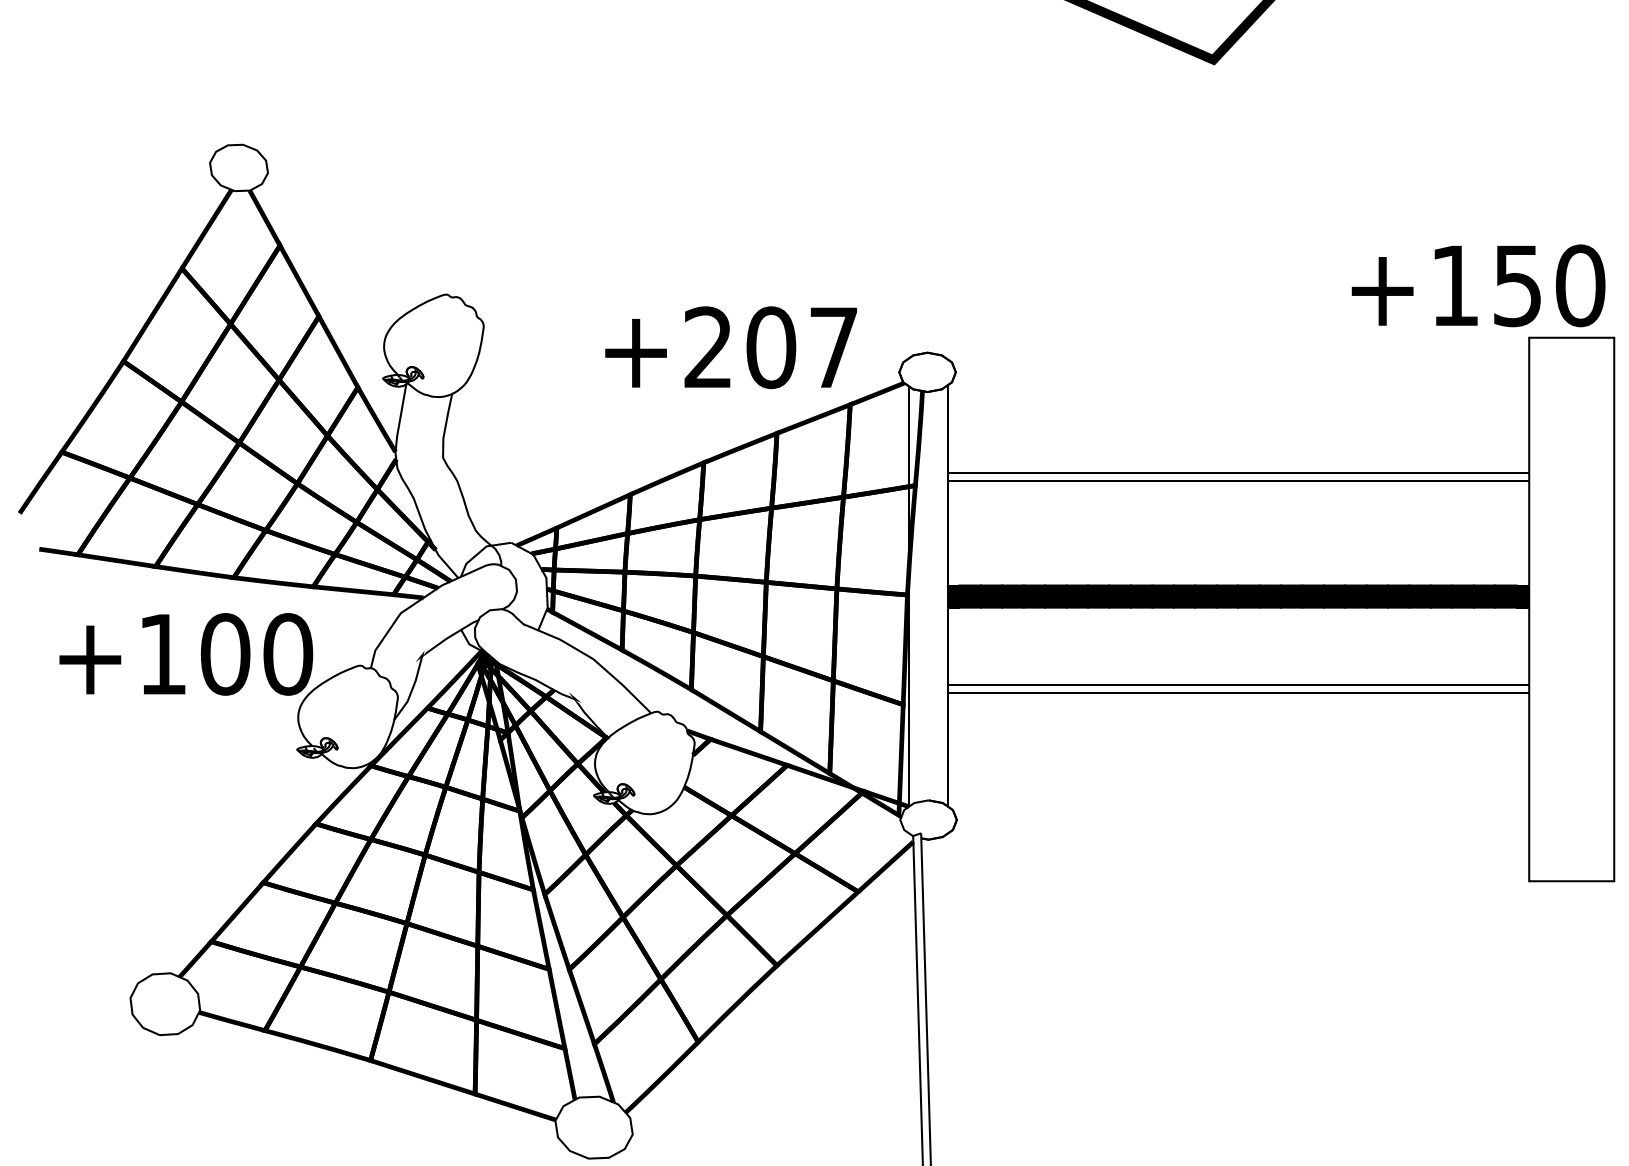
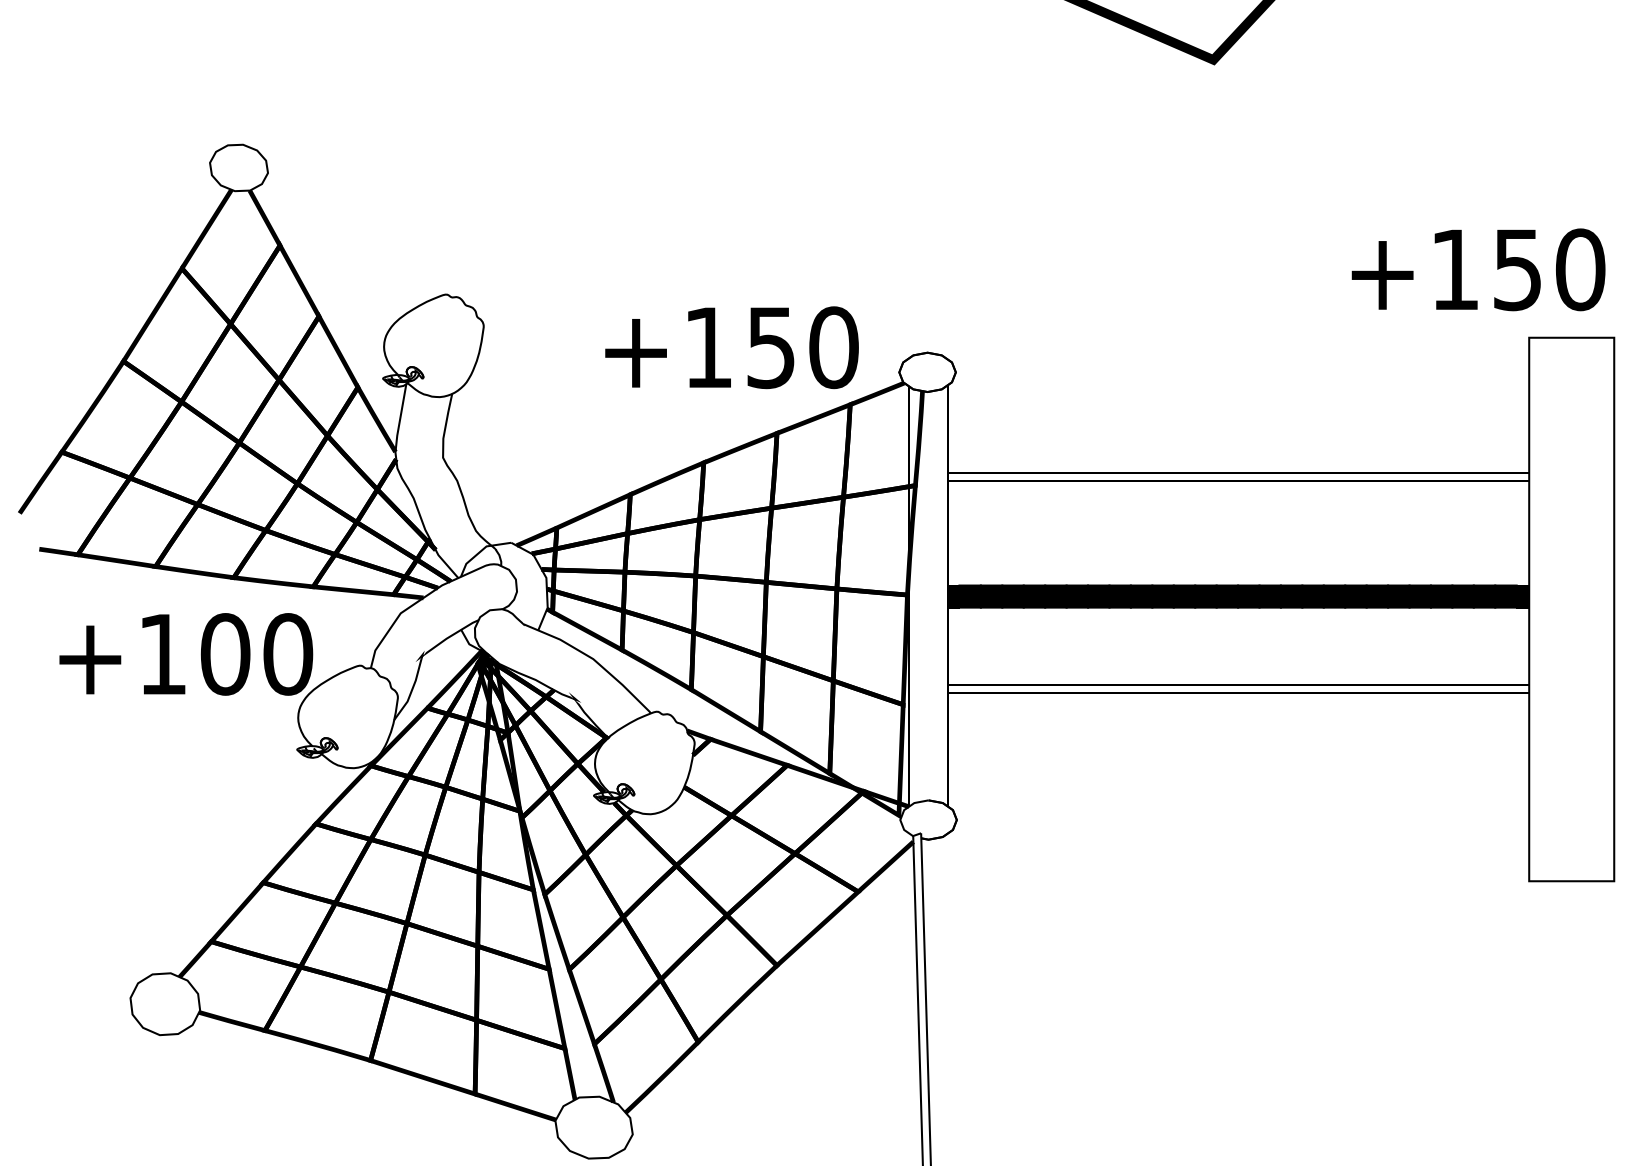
text at (1478, 285) position: (1478, 285) -> (1478, 269)
text at (771, 347): +207 -> +150
